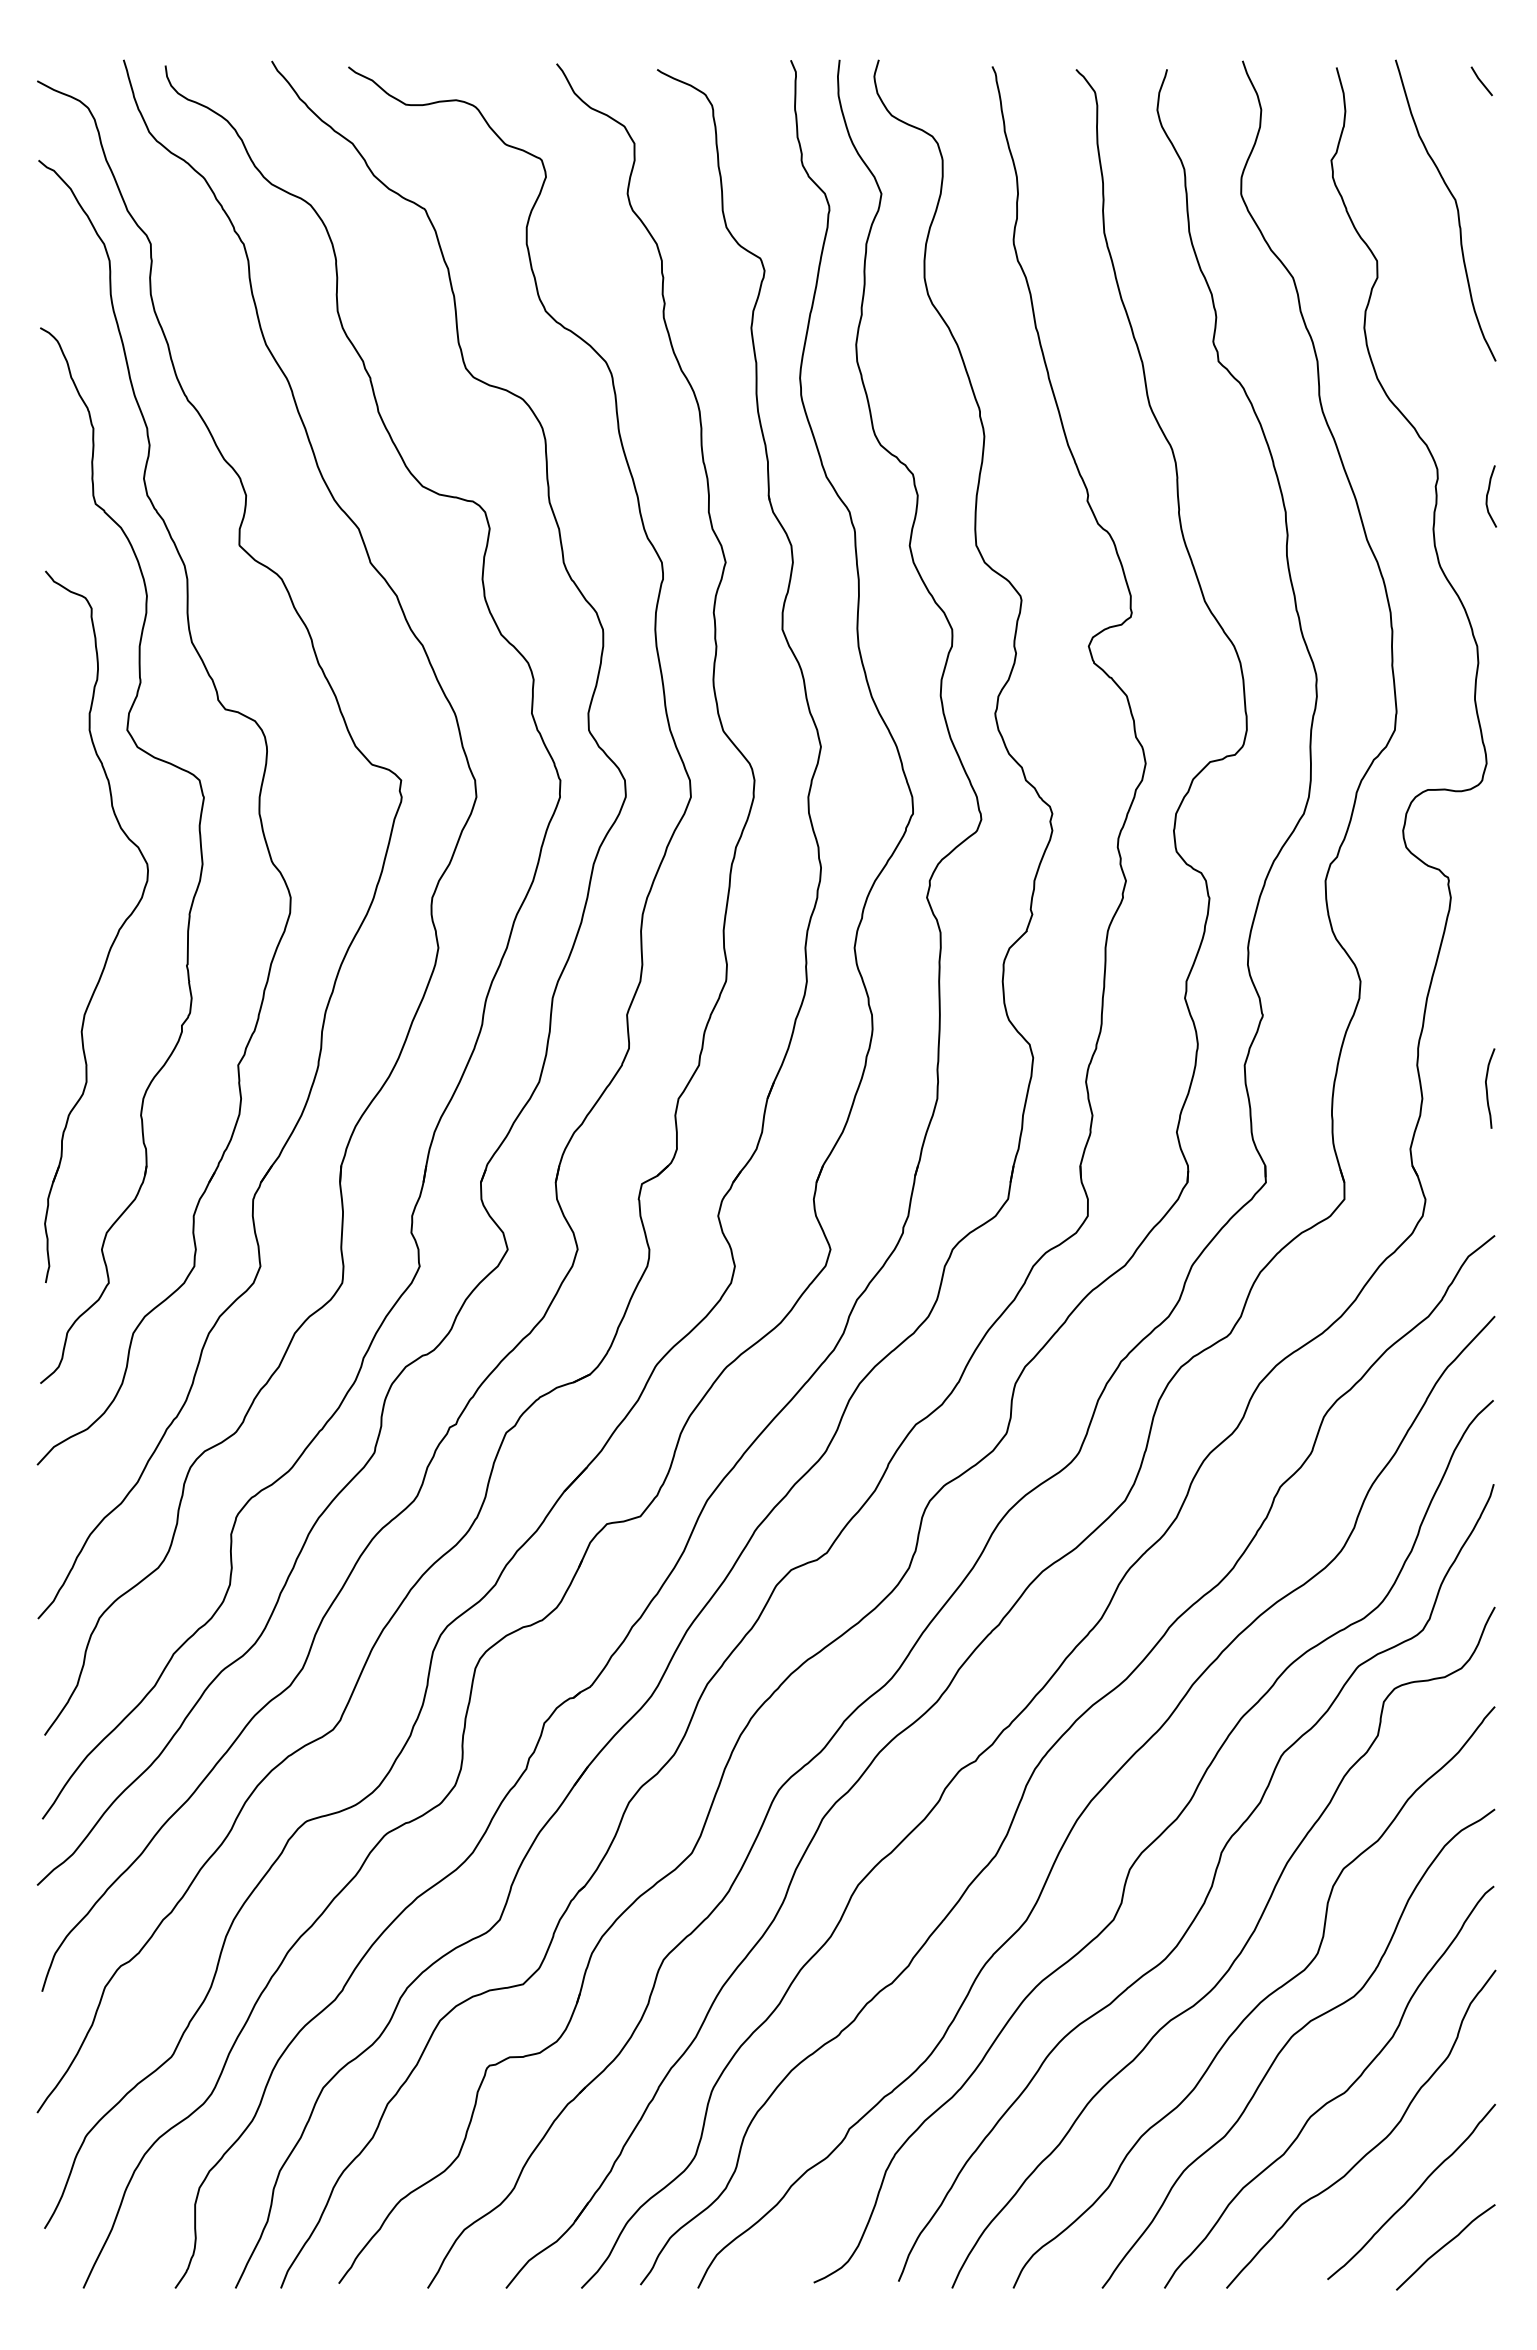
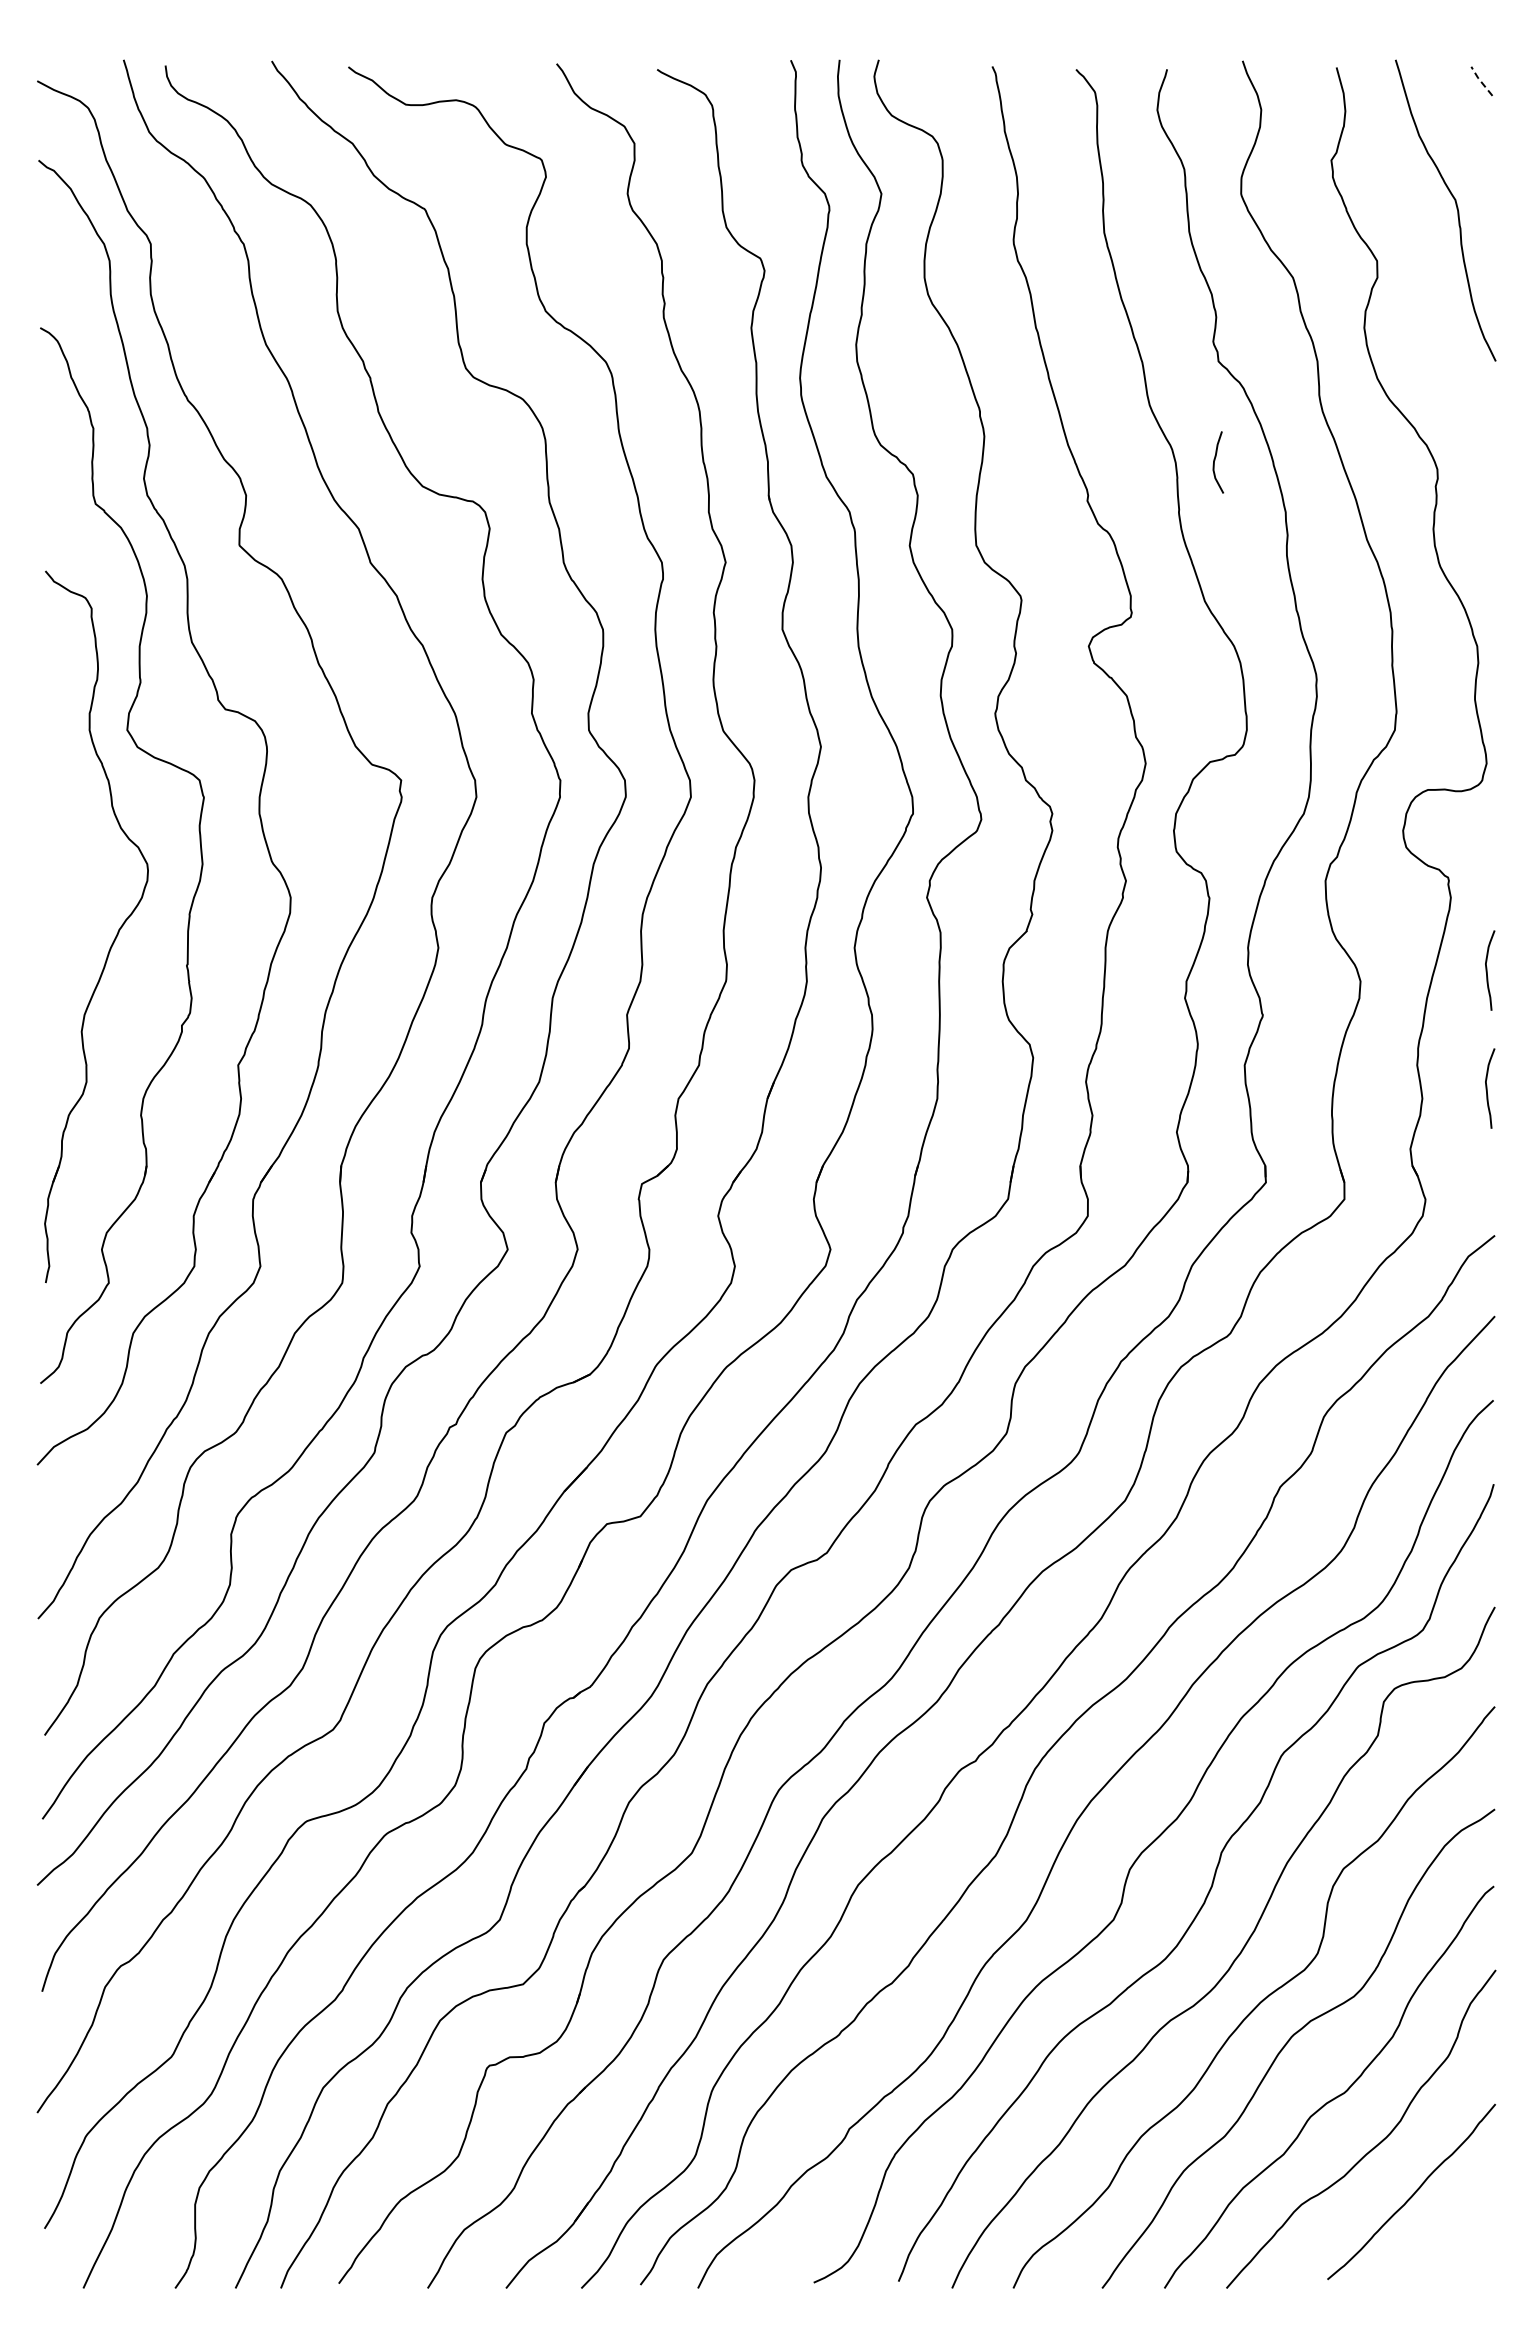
line at (1480, 81): solid -> dashed
curve at (1488, 494) position: (1488, 494) -> (1215, 460)
curve at (1487, 970): none -> present
curve at (1445, 2246): present -> none
